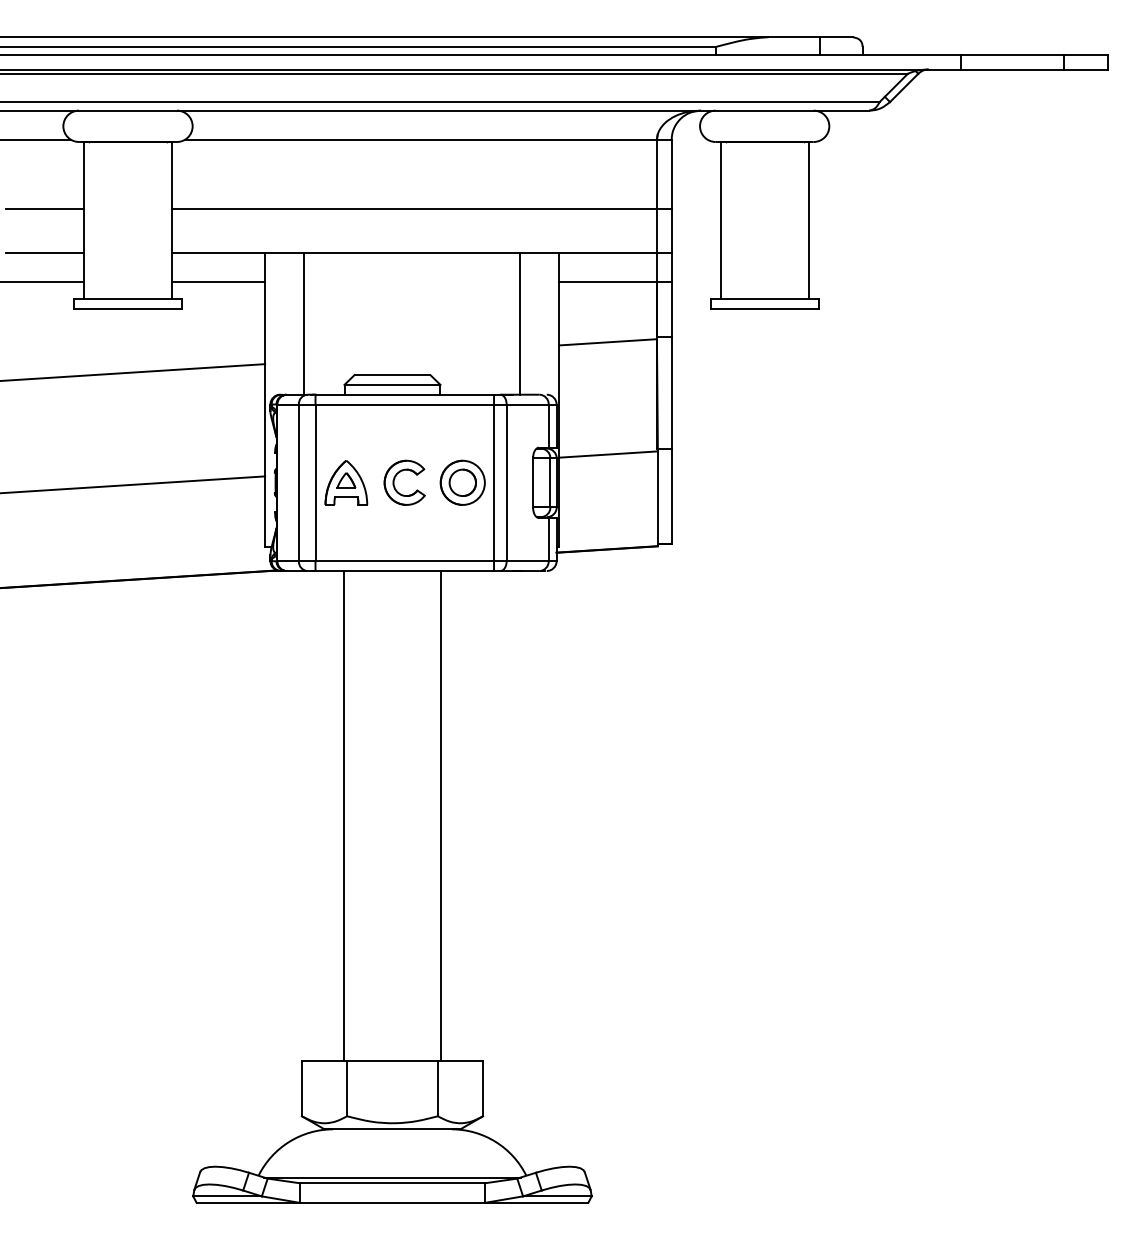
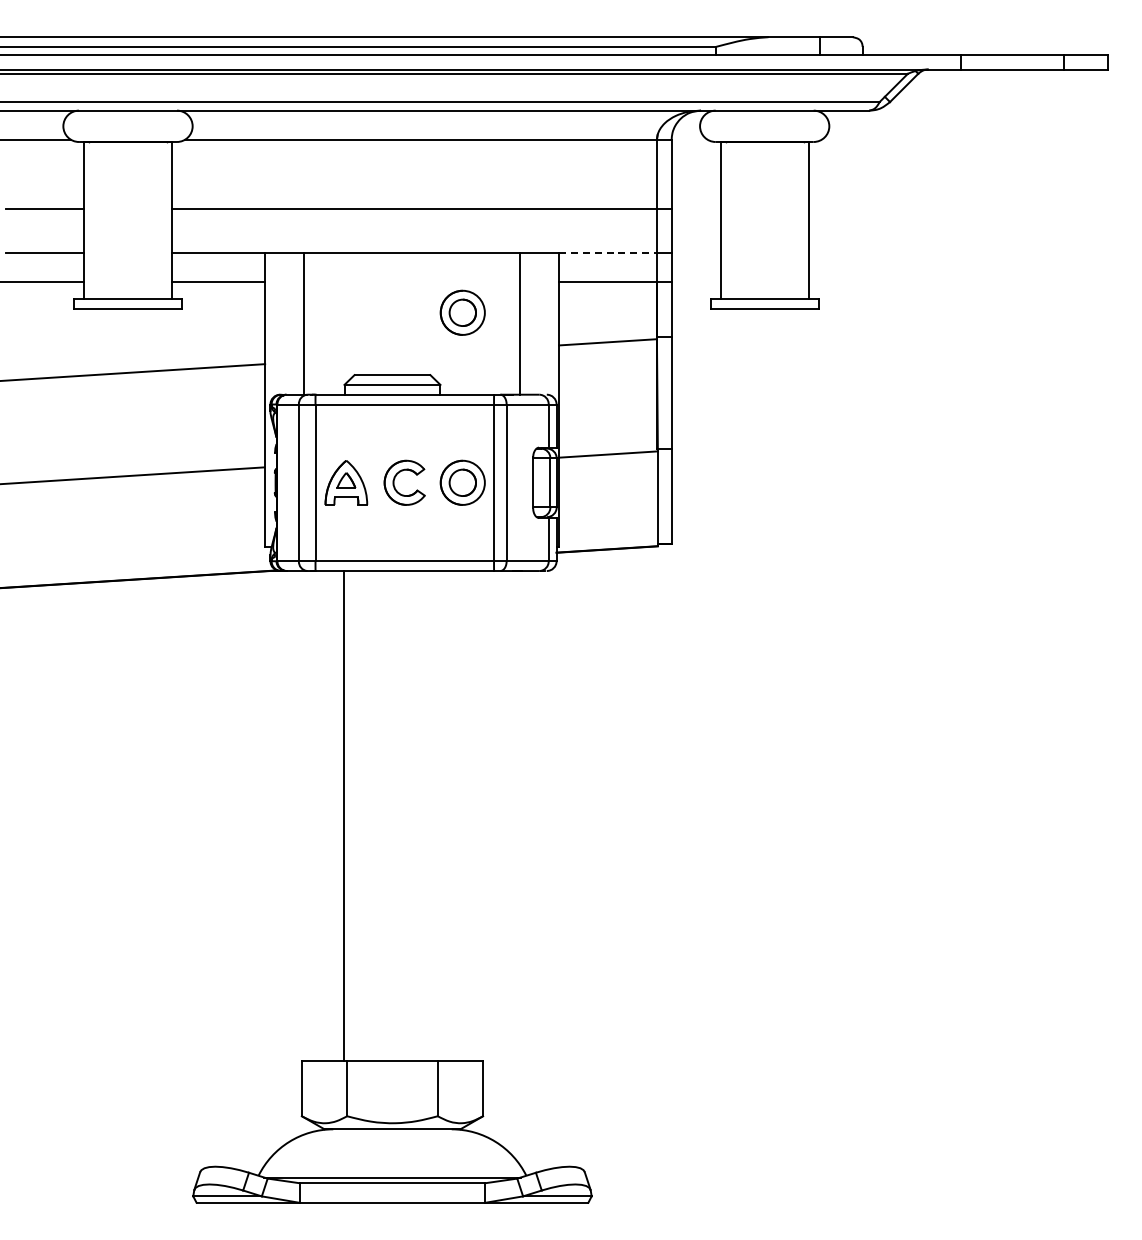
line at (607, 252): solid -> dashed
part at (462, 312): none -> present
line at (133, 484) position: (133, 484) -> (133, 475)
line at (441, 815): present -> none
